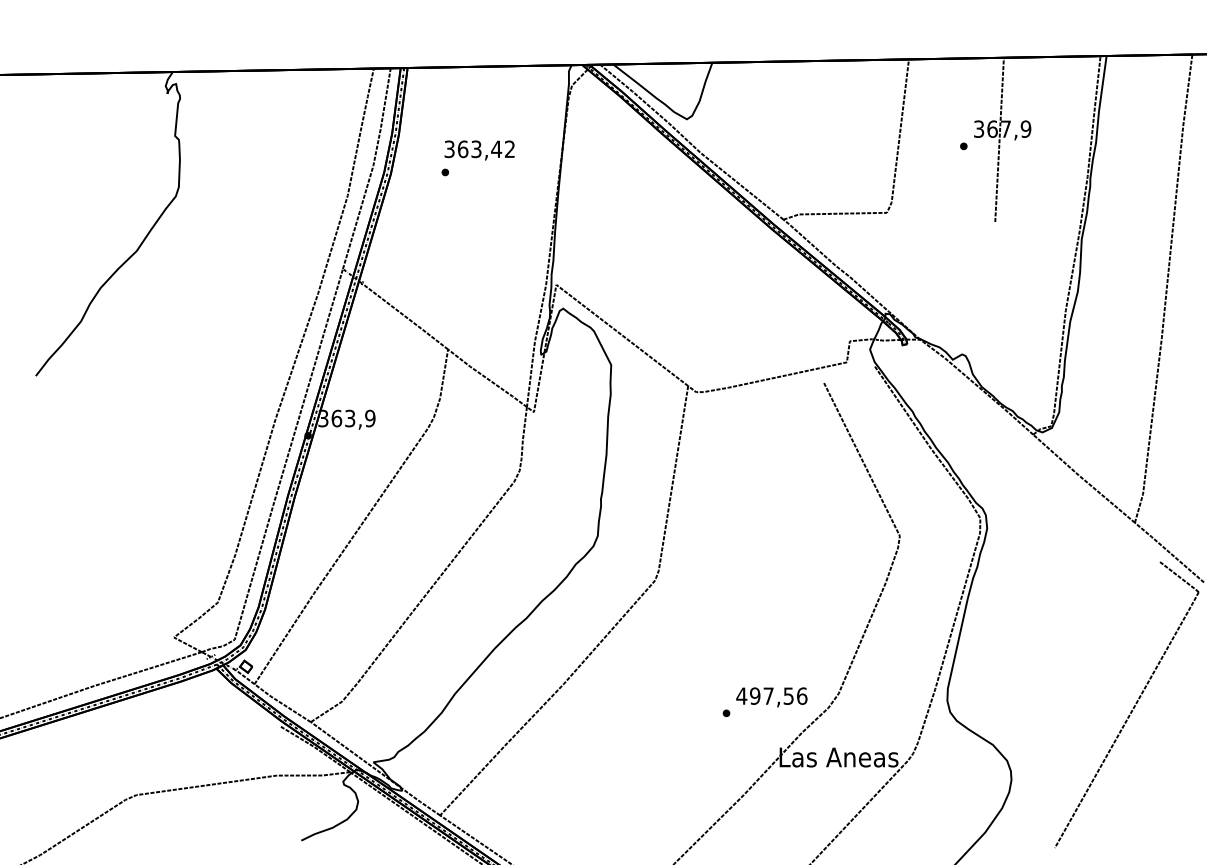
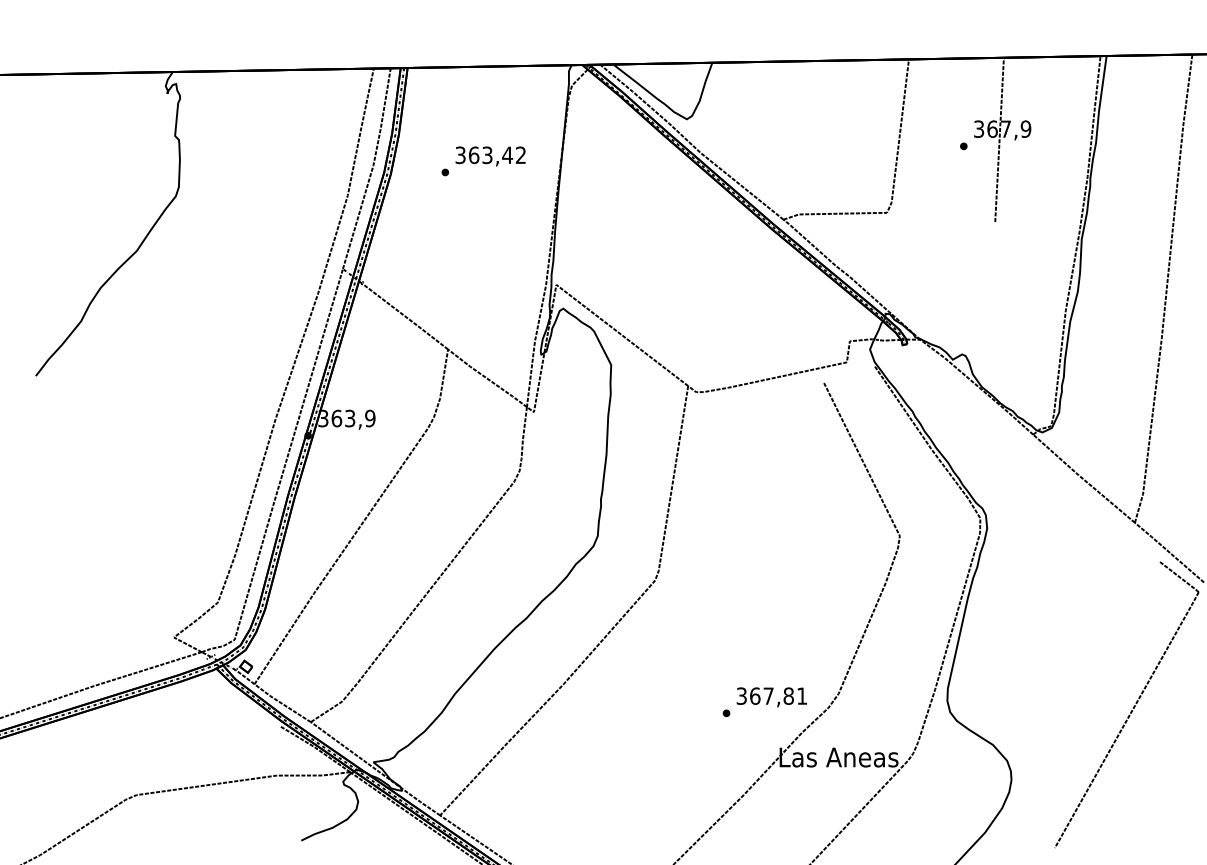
text at (479, 150) position: (479, 150) -> (490, 156)
text at (771, 695): 497,56 -> 367,81
